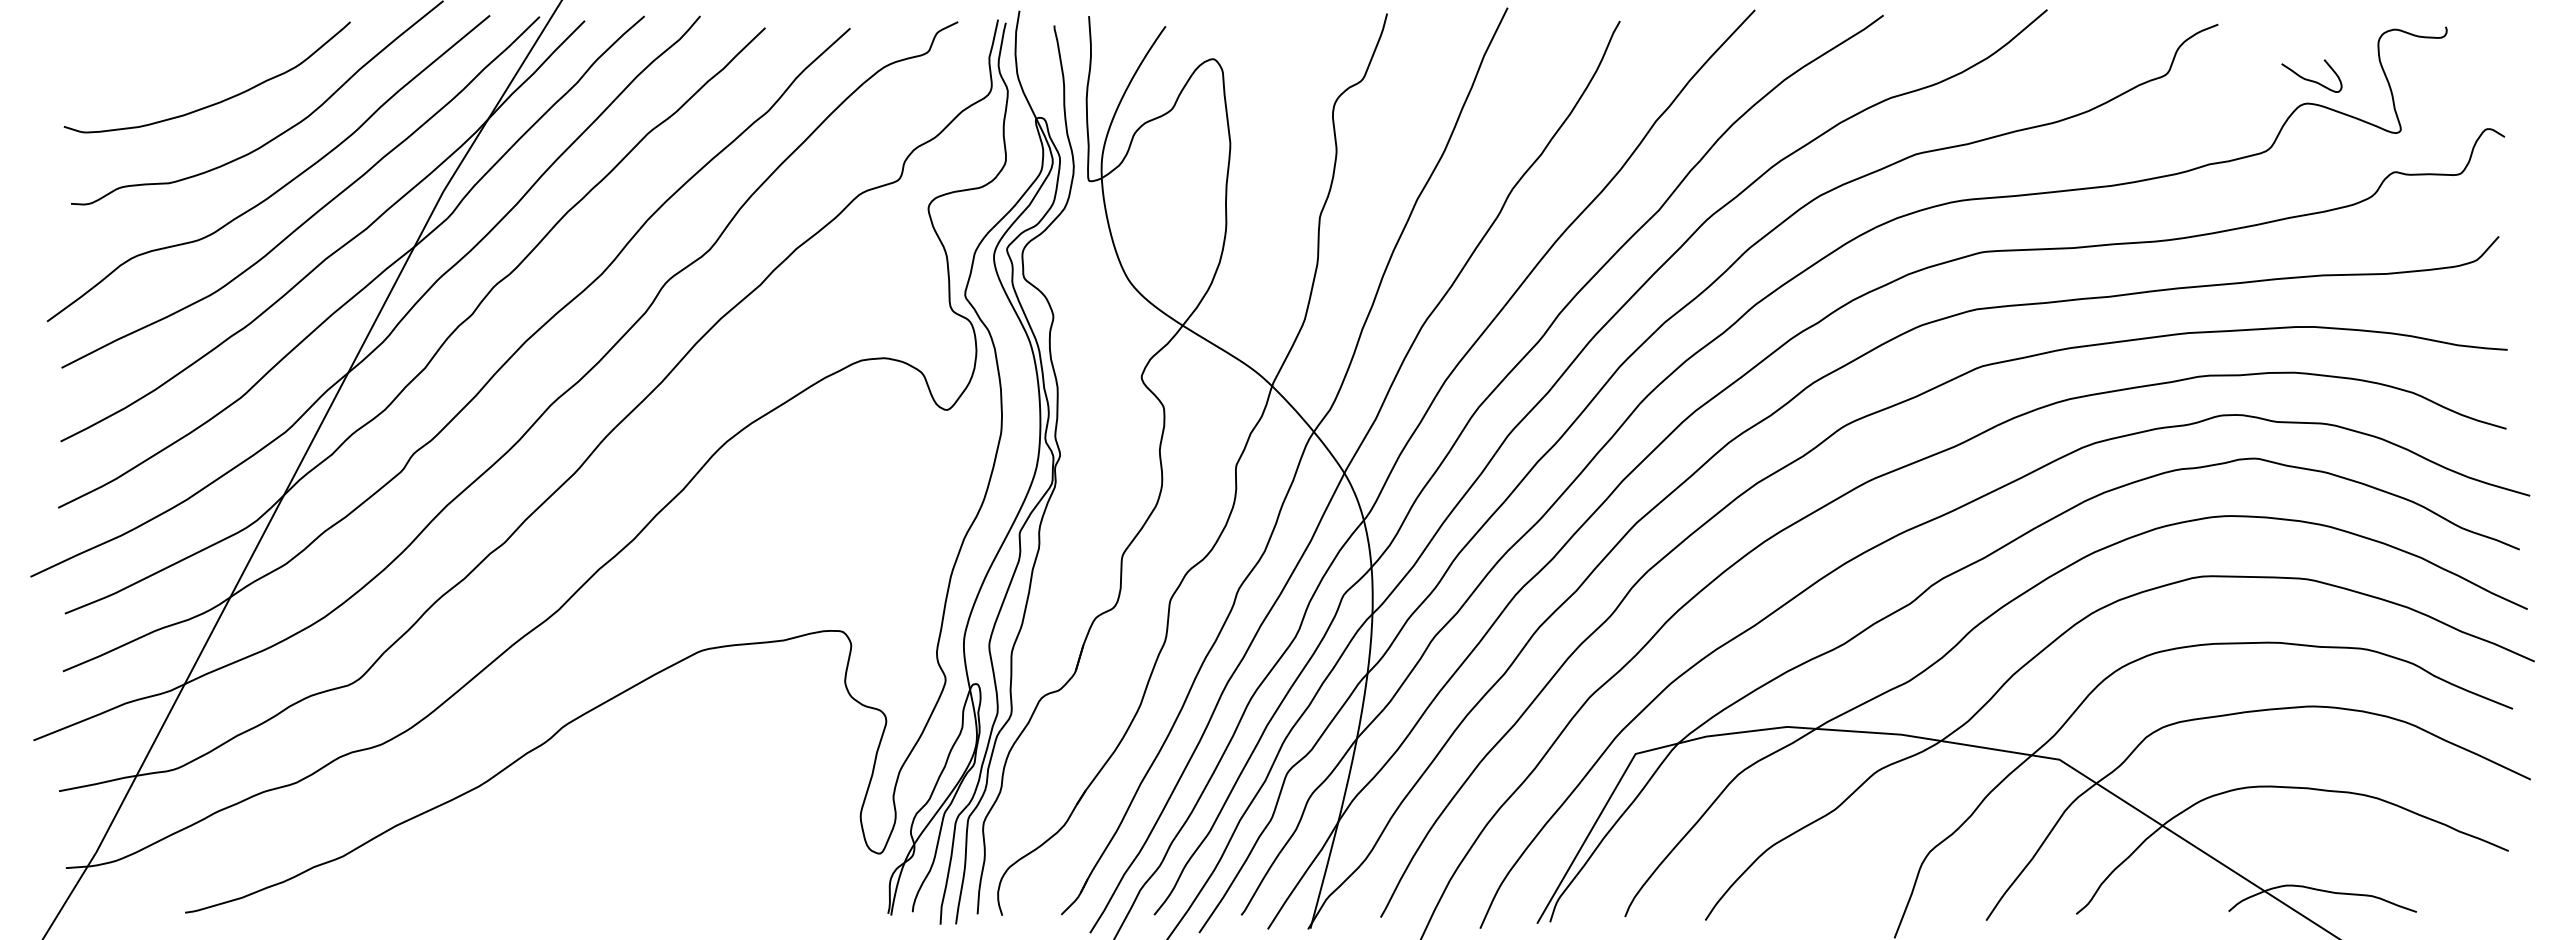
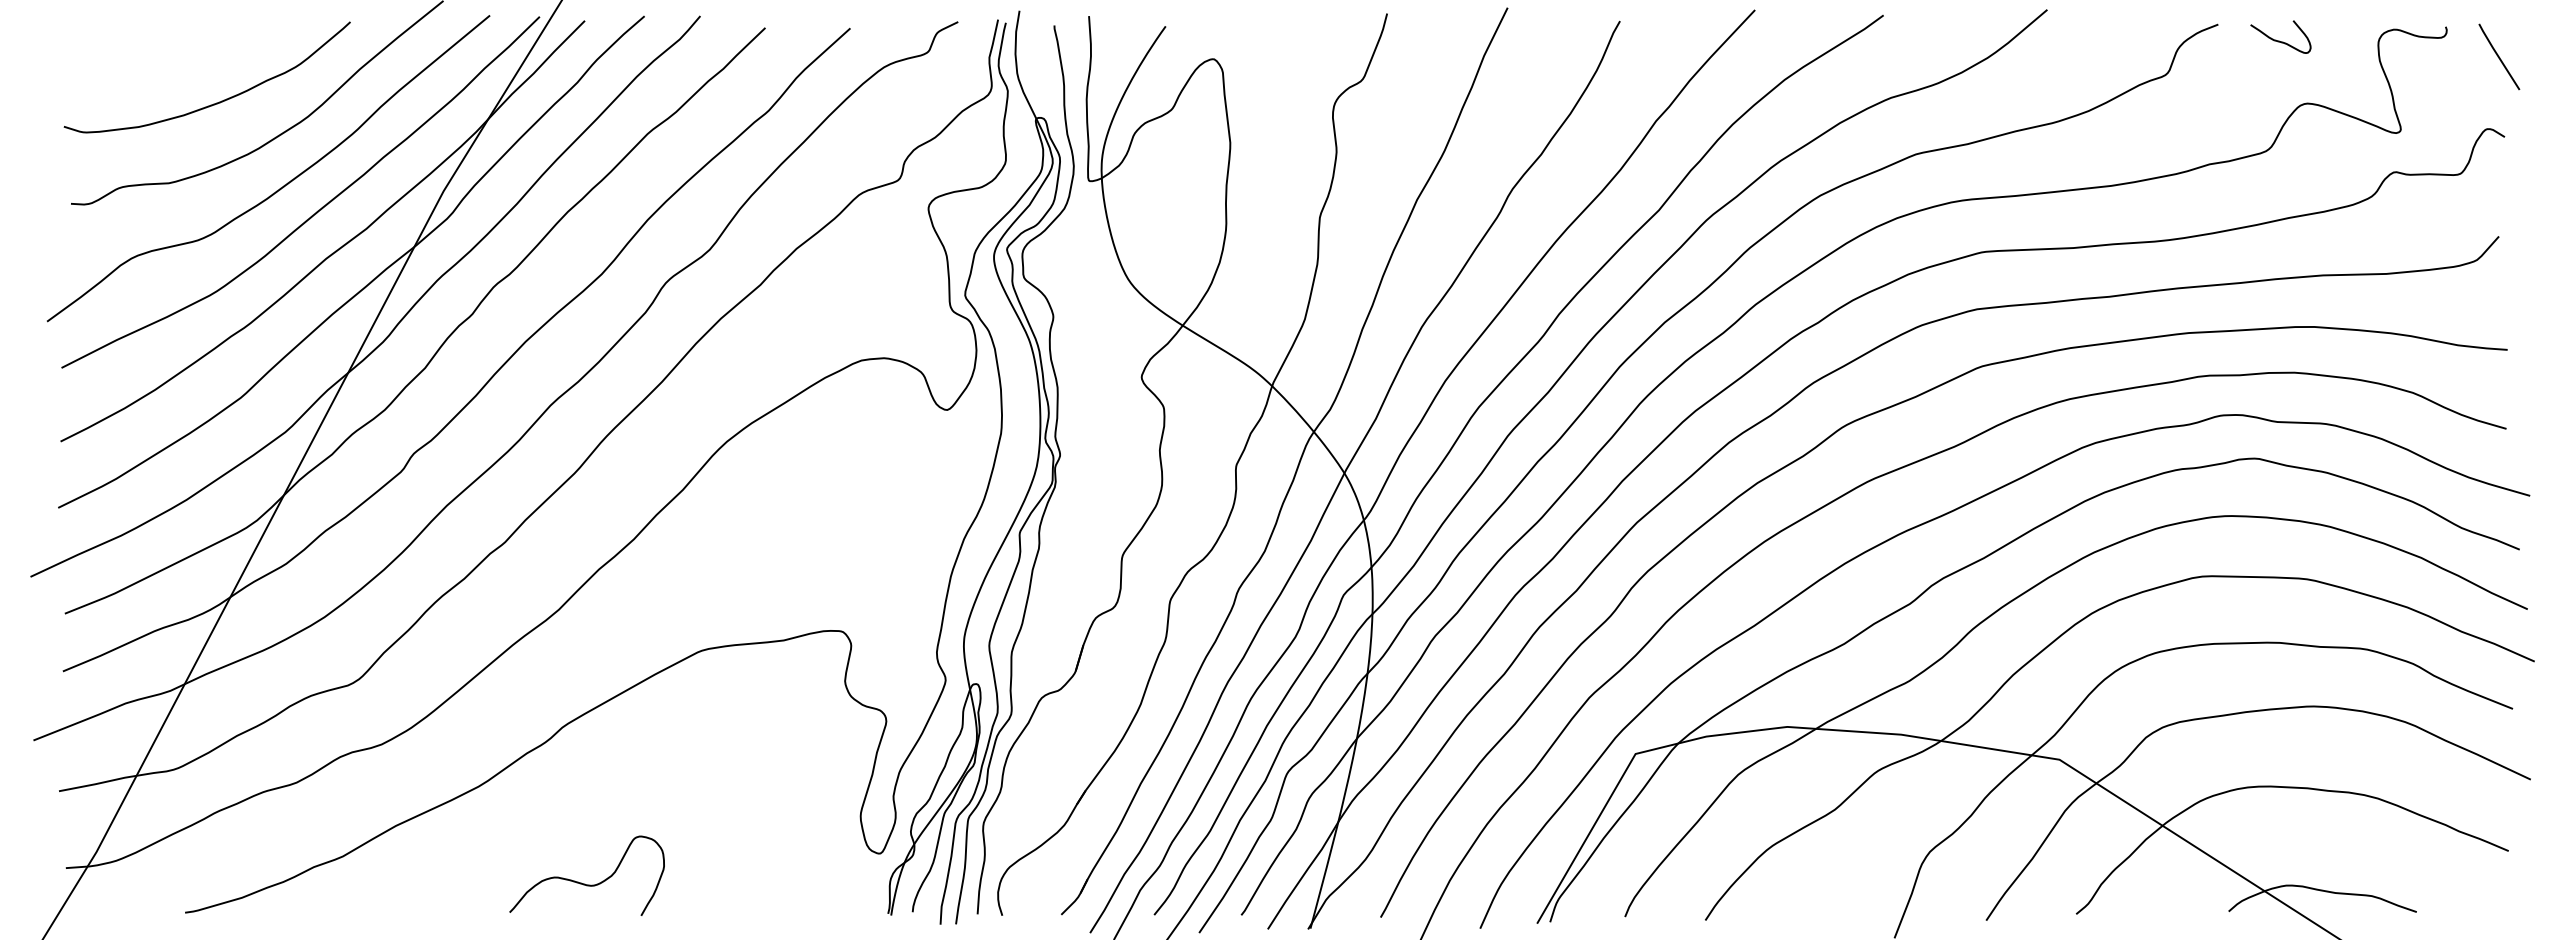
line at (2499, 56): none -> present
curve at (2310, 79) position: (2310, 79) -> (2279, 40)
curve at (584, 883): none -> present
